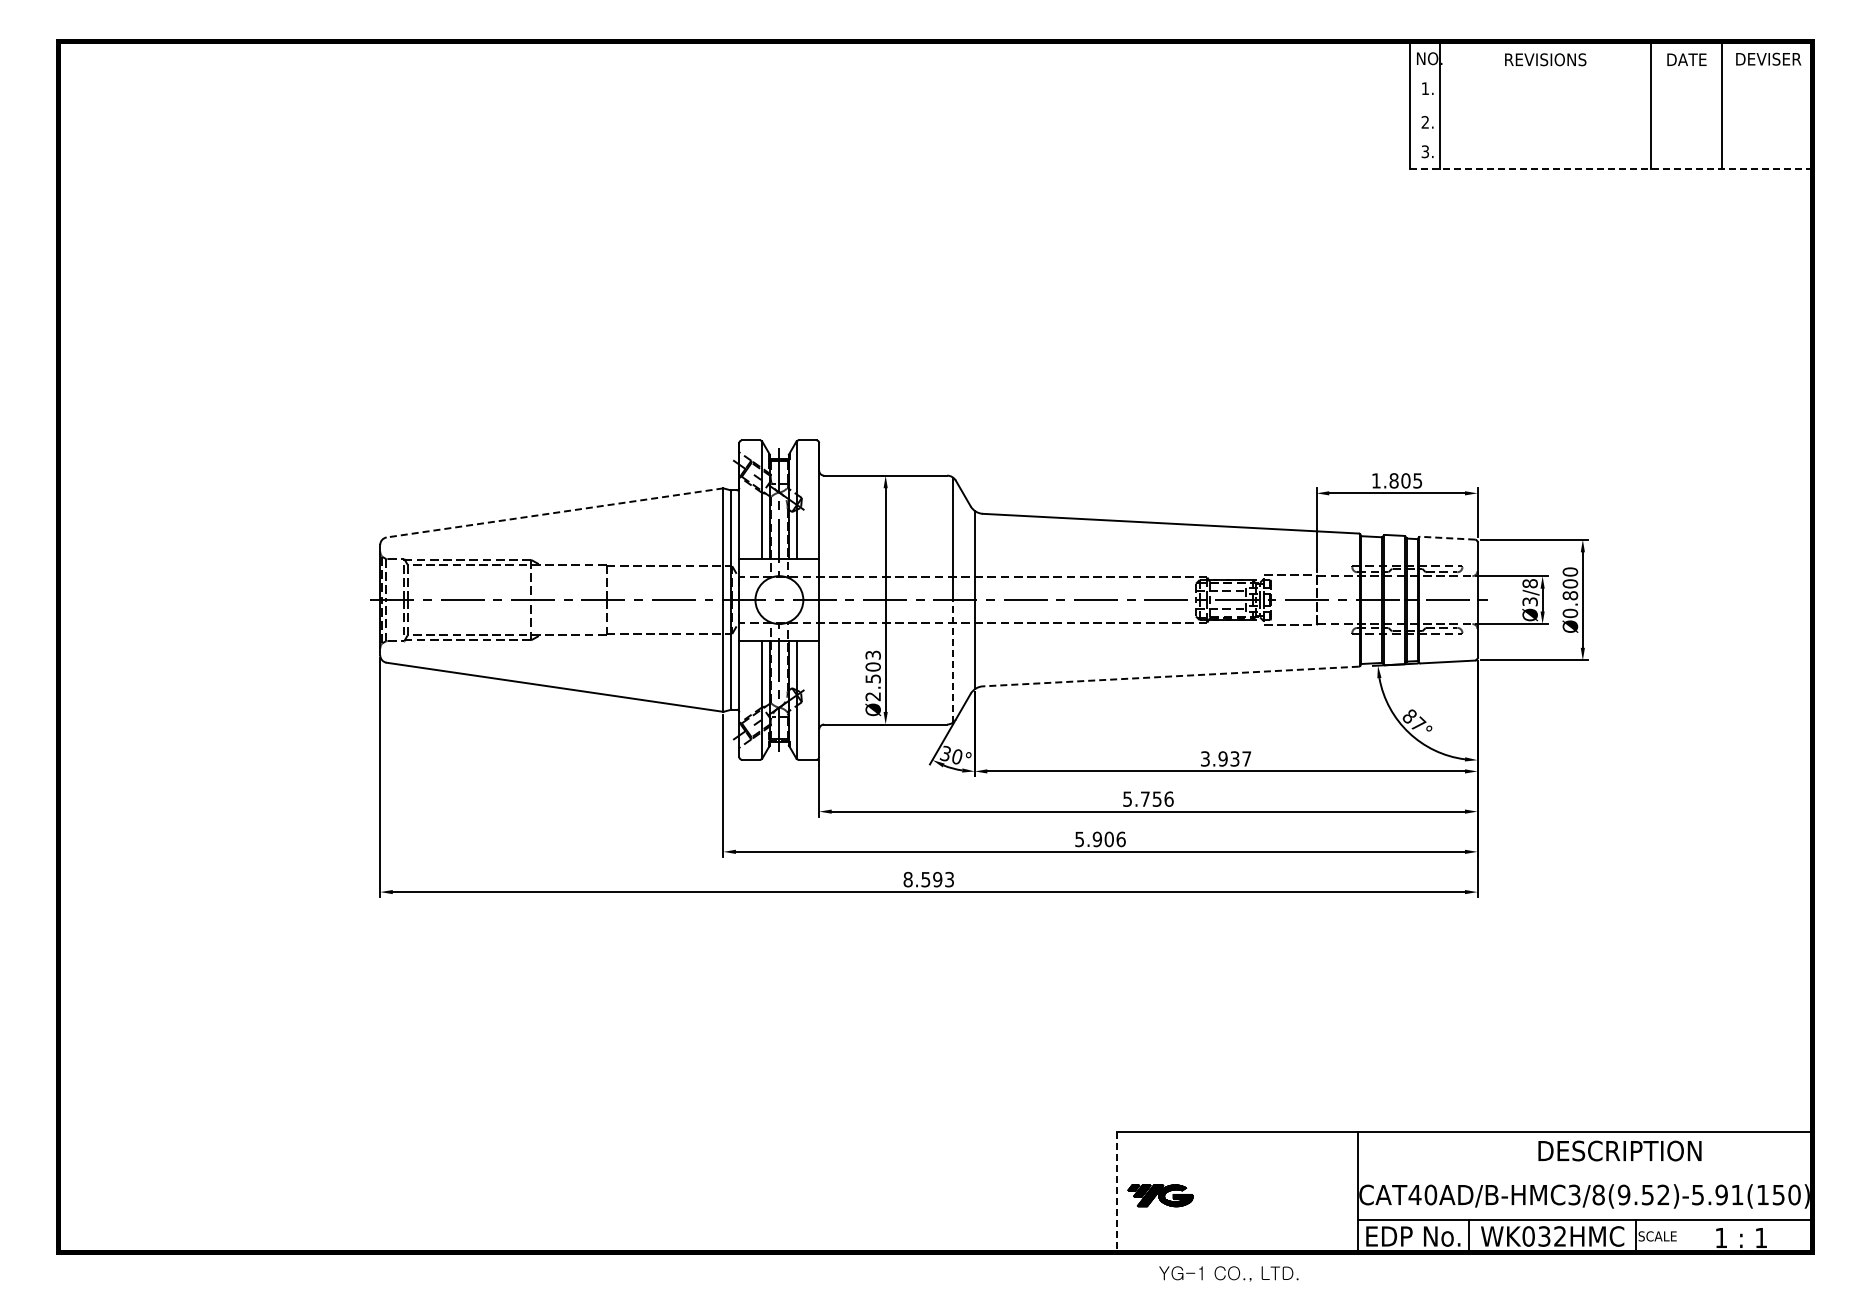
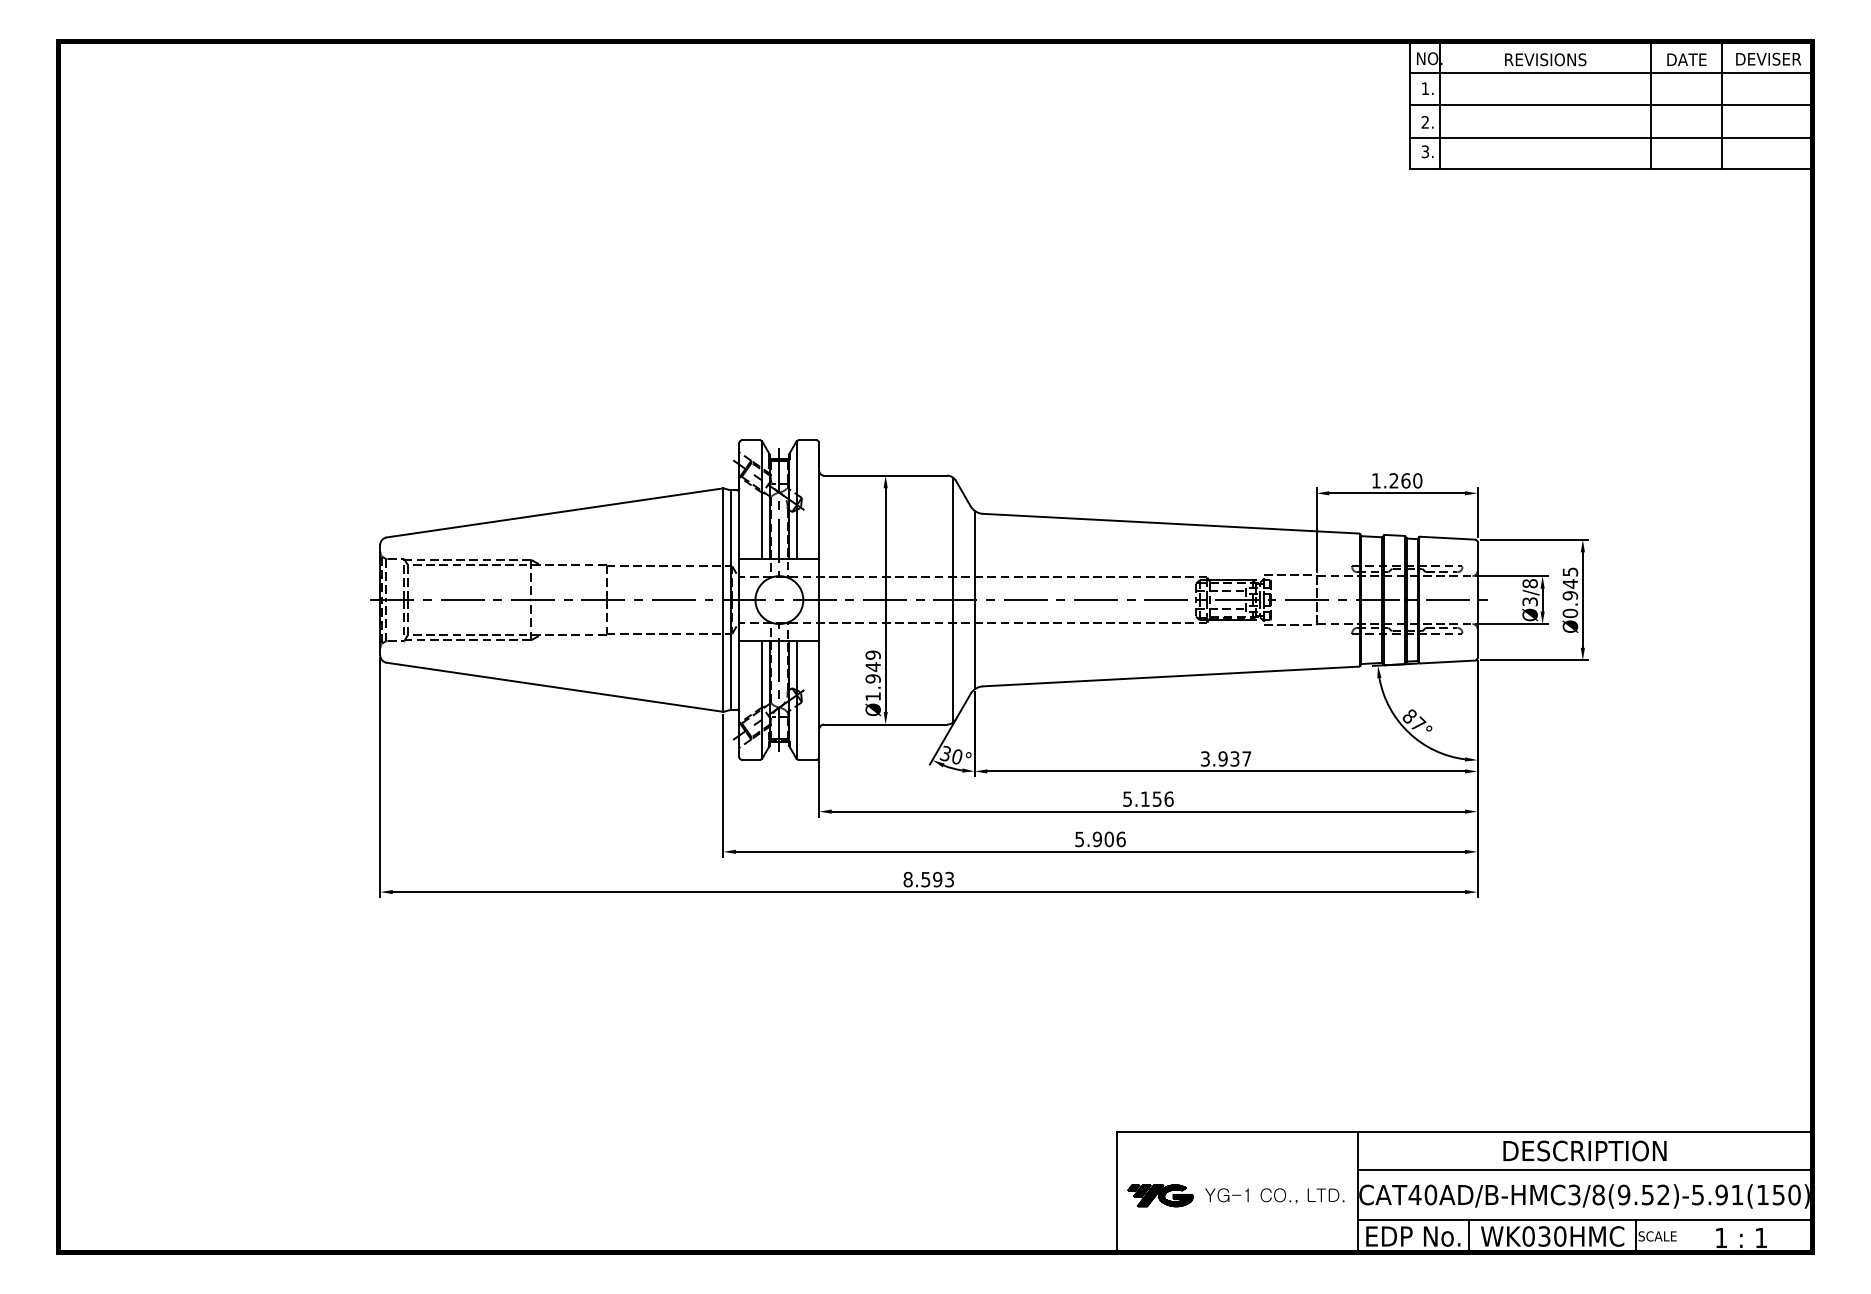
line at (1611, 73): none -> present
line at (1611, 105): none -> present
line at (1611, 137): none -> present
line at (1611, 168): dashed -> solid
text at (1405, 480): 1.805 -> 1.260
line at (554, 512): dashed -> solid
line at (1447, 538): dashed -> solid
text at (1570, 583): Ø0.800 -> Ø0.945
line at (952, 660): dashed -> solid
text at (872, 675): Ø2.503 -> Ø1.949
line at (1170, 676): dashed -> solid
text at (1145, 798): 5.756 -> 5.156
text at (1619, 1150) position: (1619, 1150) -> (1584, 1150)
line at (1584, 1169): none -> present
line at (1116, 1193): dashed -> solid
text at (1560, 1236): WK032HMC -> WK030HMC
text at (1228, 1273) position: (1228, 1273) -> (1274, 1195)
